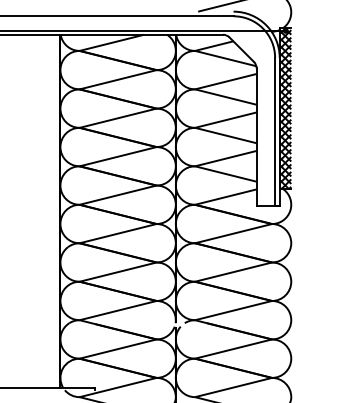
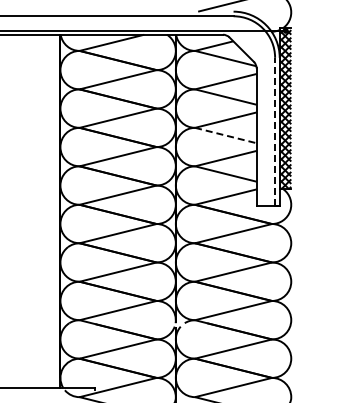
line at (275, 131): solid -> dashed
line at (225, 135): solid -> dashed
